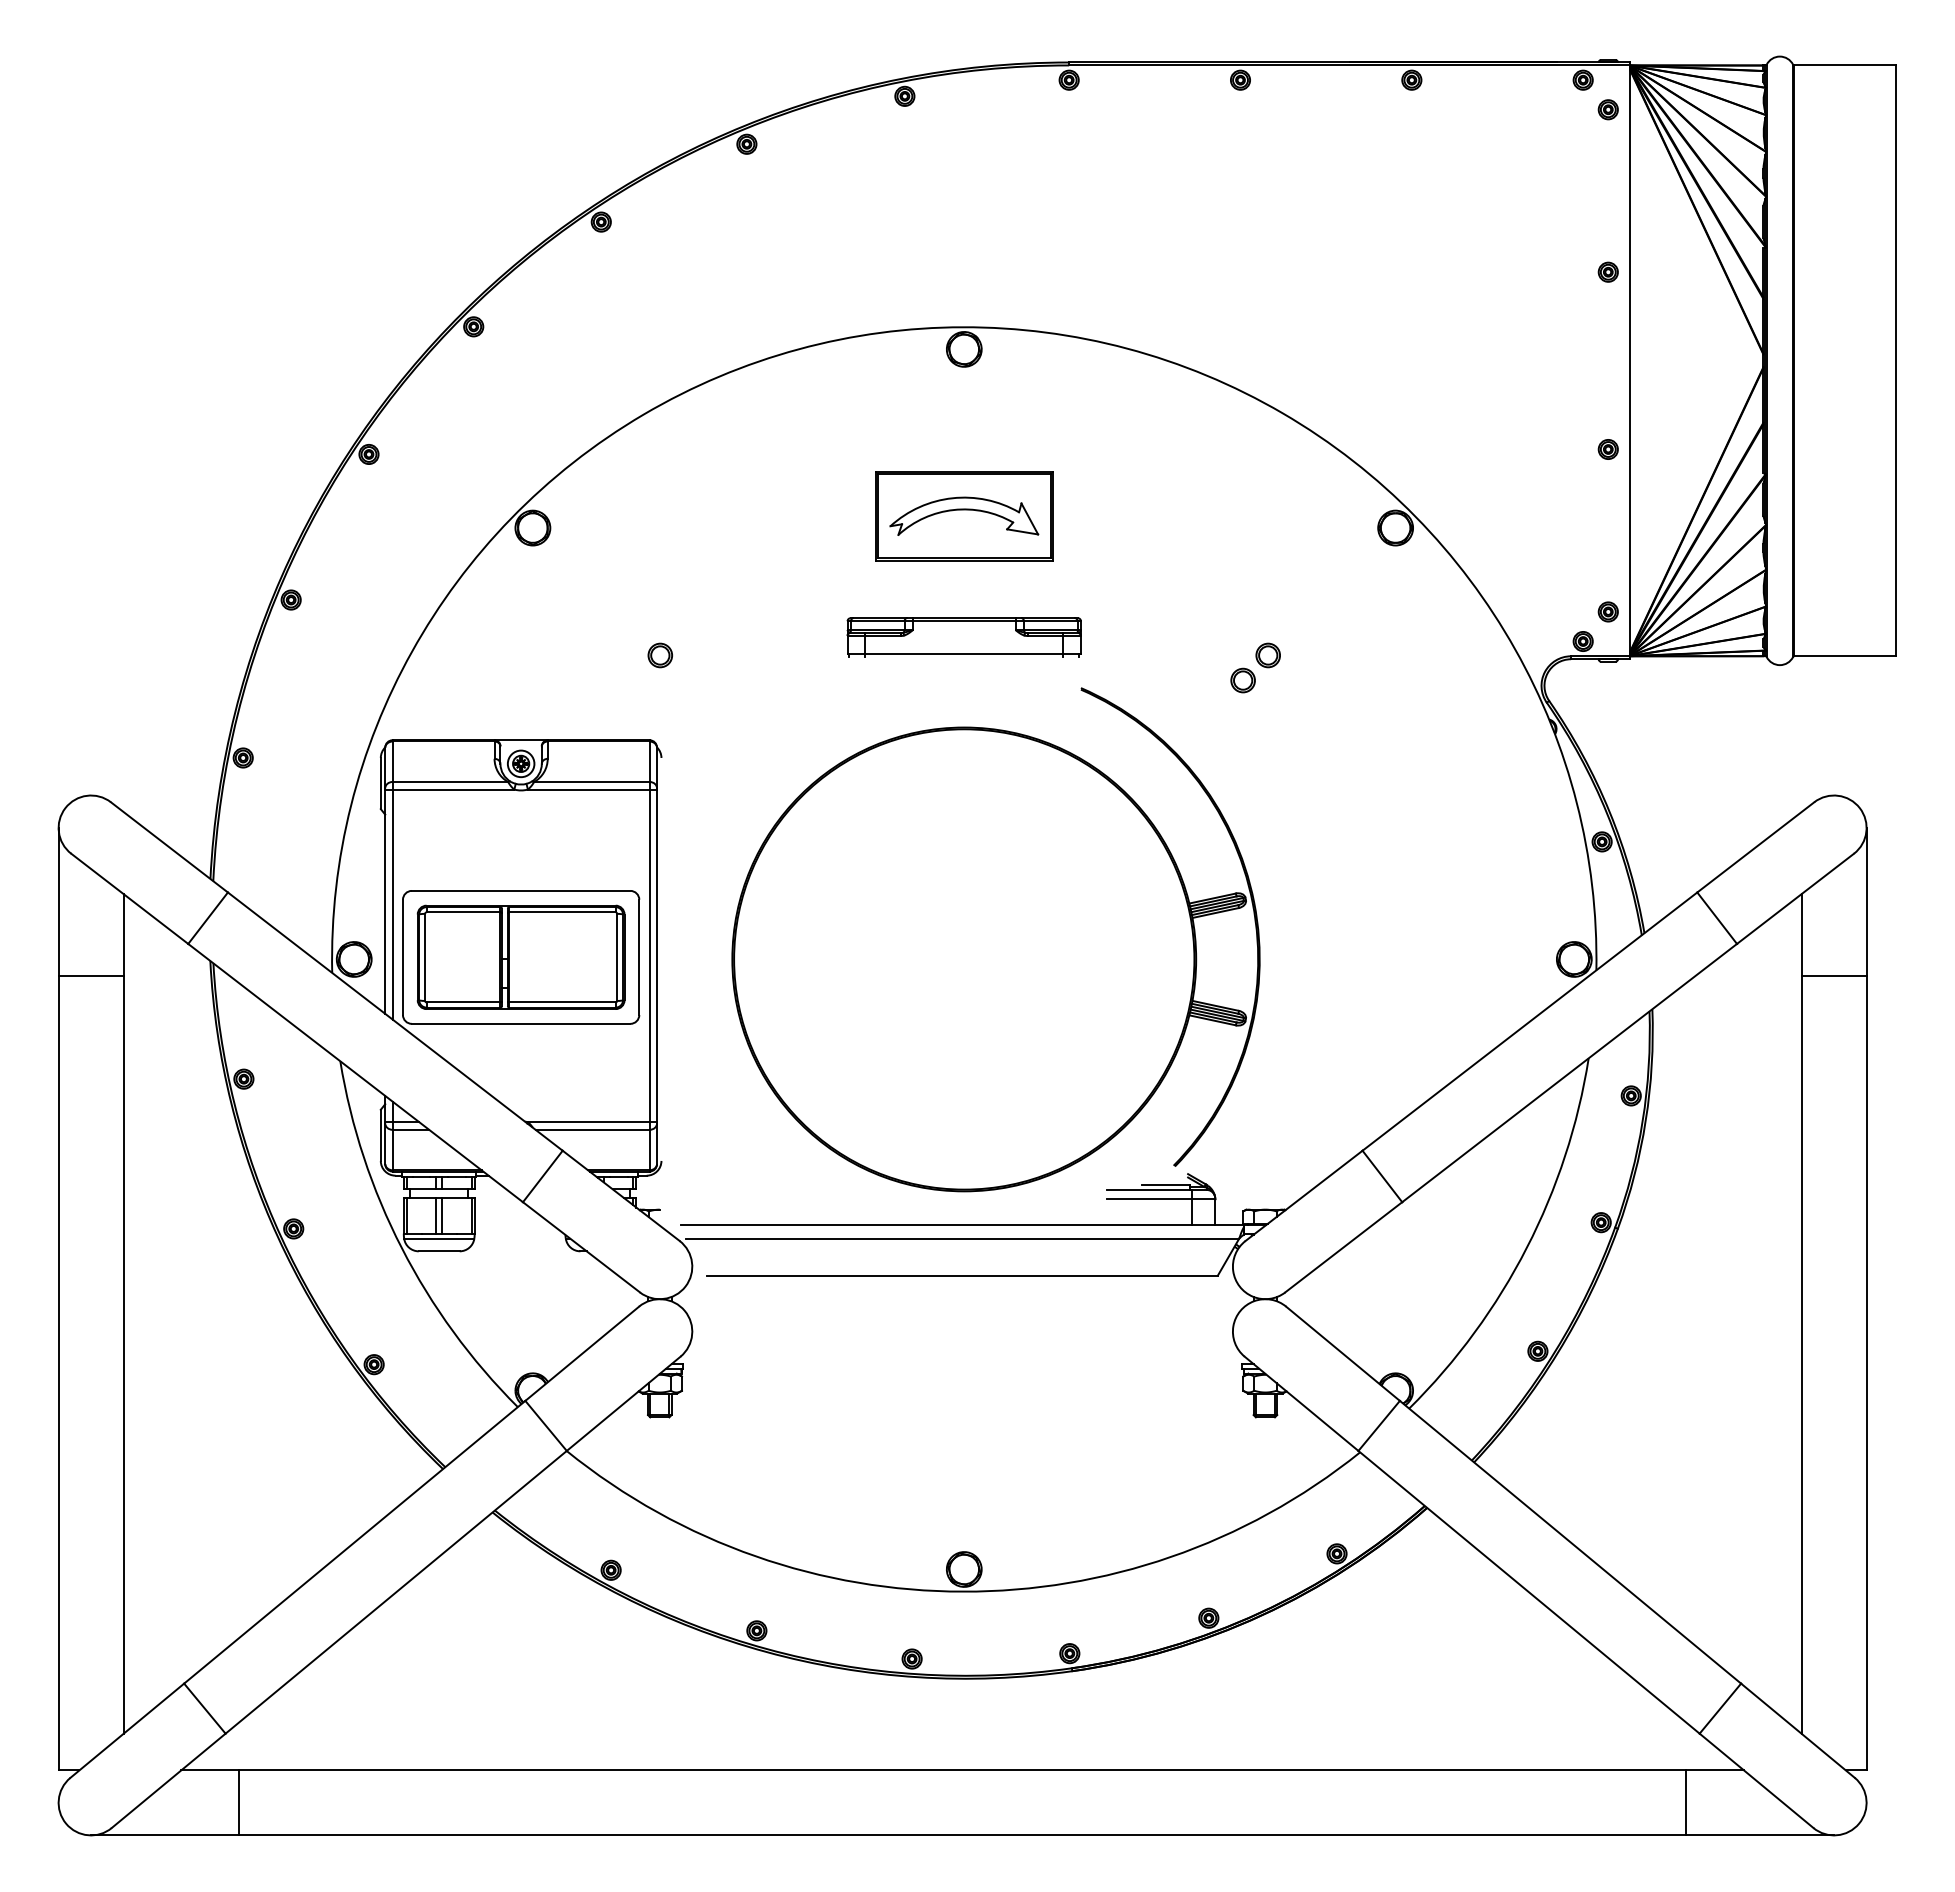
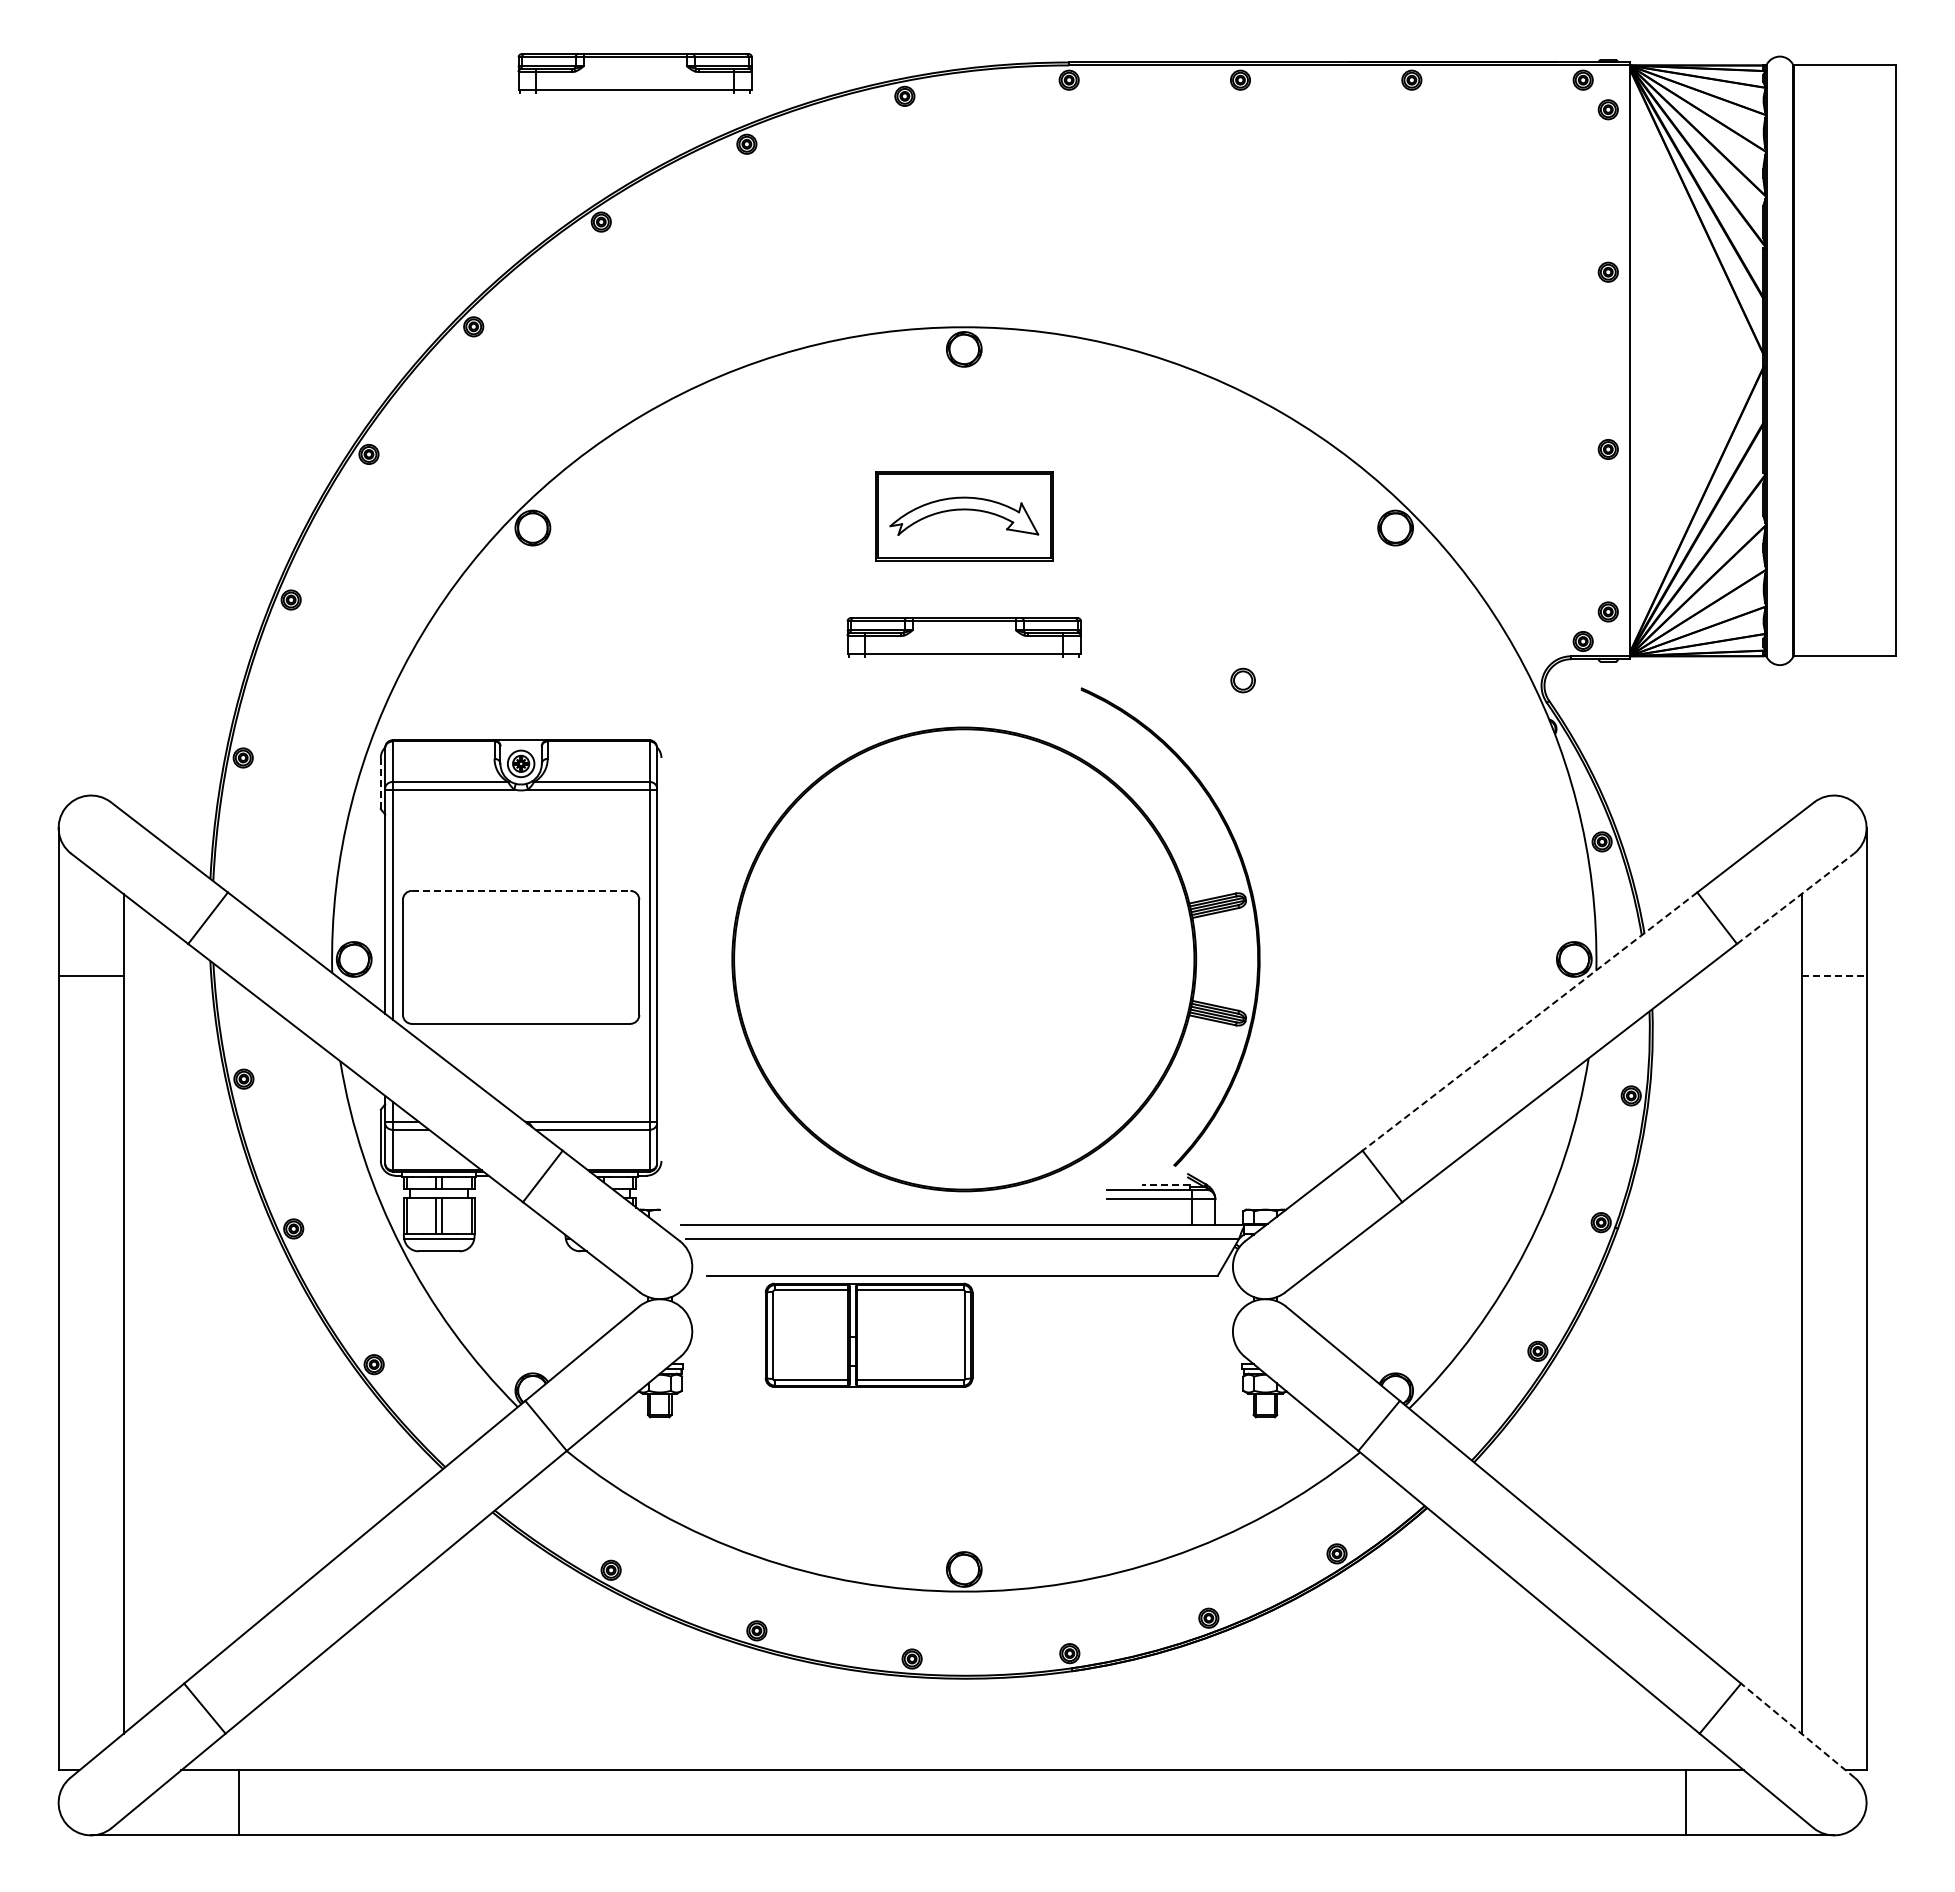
part at (634, 73): none -> present
part at (659, 655): present -> none
part at (1267, 655): present -> none
line at (380, 783): solid -> dashed
line at (521, 890): solid -> dashed
line at (1795, 898): solid -> dashed
part at (520, 956) position: (520, 956) -> (868, 1334)
line at (1834, 975): solid -> dashed
line at (1529, 1021): solid -> dashed
line at (1165, 1185): solid -> dashed
line at (1797, 1730): solid -> dashed
